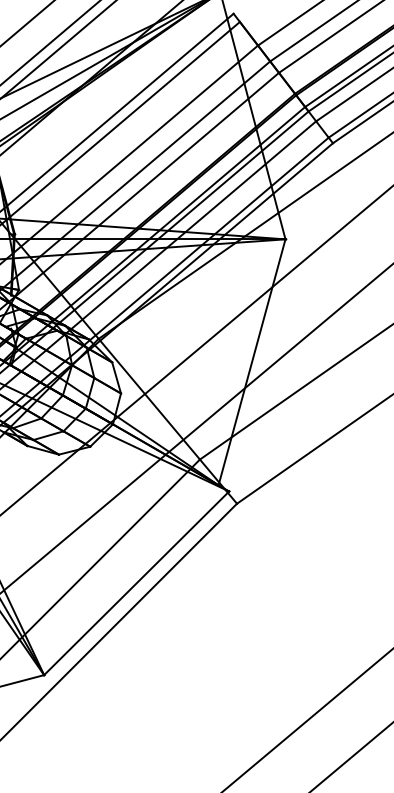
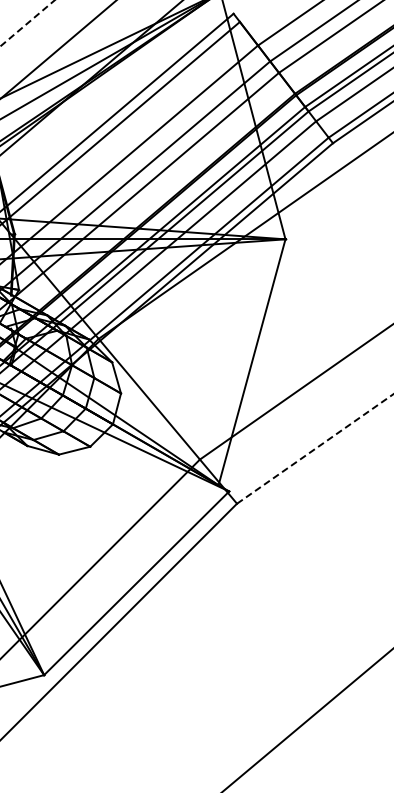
line at (27, 23): solid -> dashed
line at (50, 42): present -> none
line at (196, 350): present -> none
line at (196, 428): present -> none
line at (315, 448): solid -> dashed
line at (351, 756): present -> none
